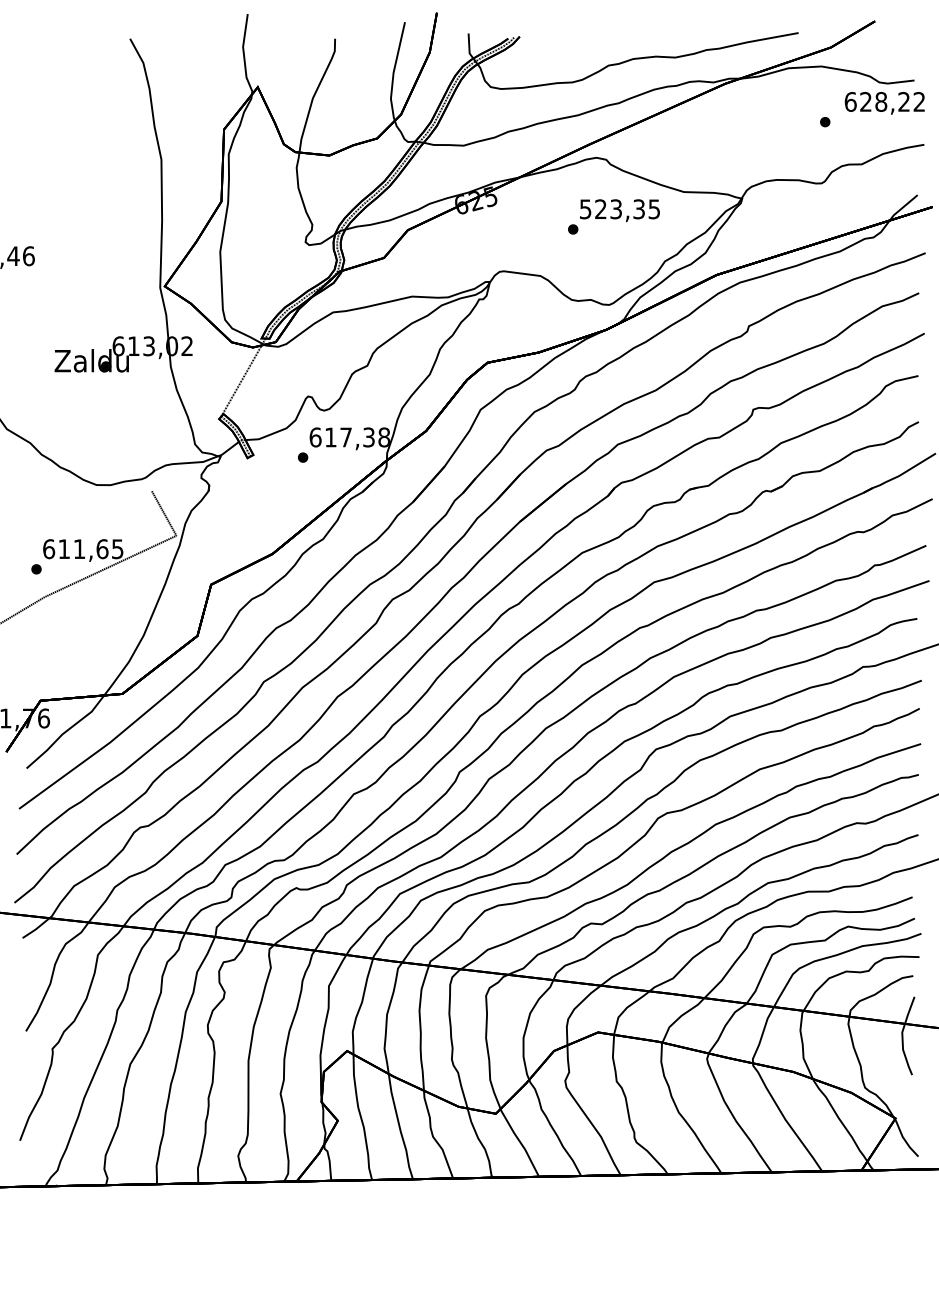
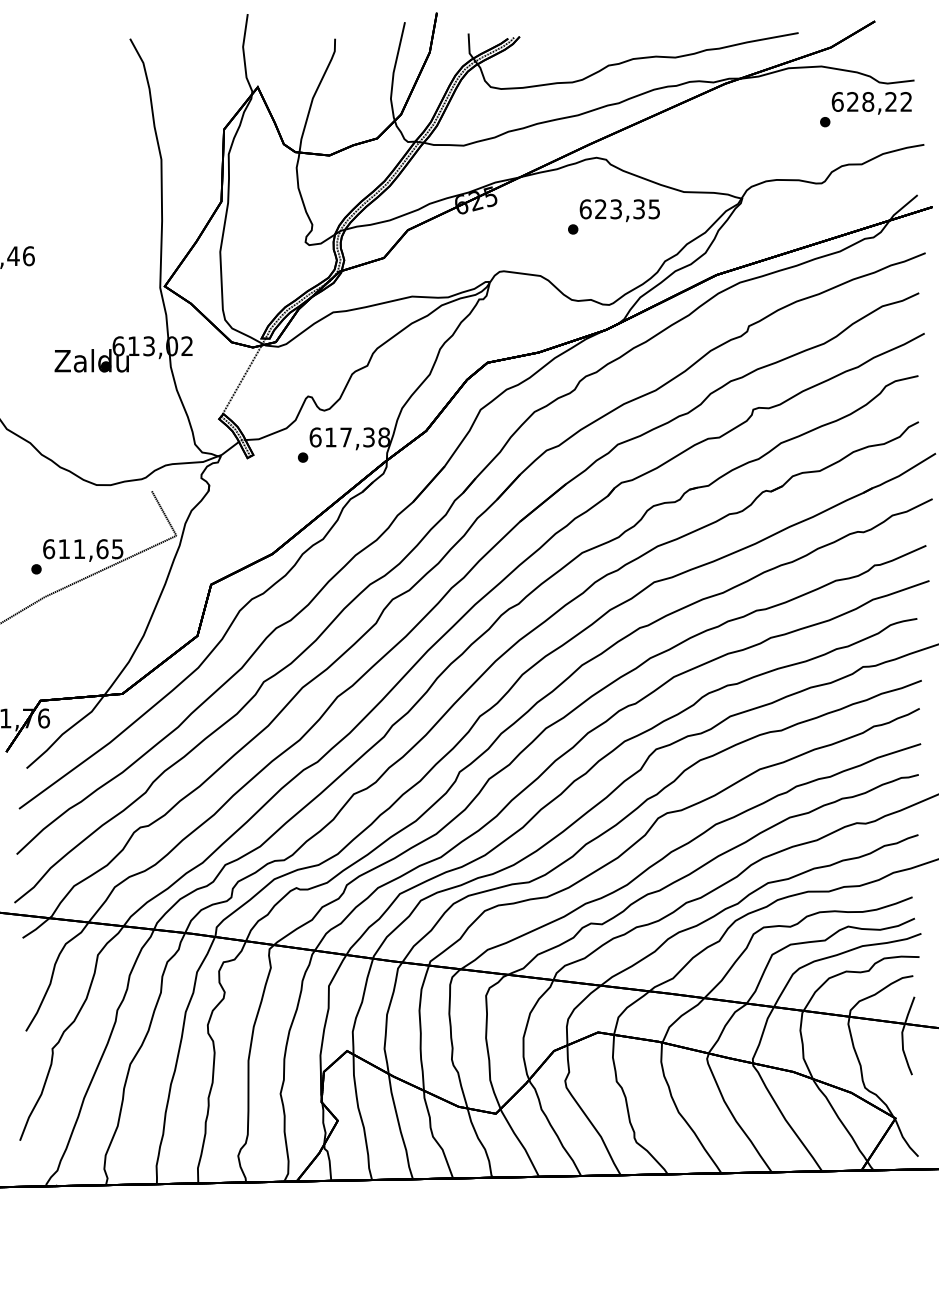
text at (884, 103) position: (884, 103) -> (871, 103)
text at (585, 209): 523,35 -> 623,35
